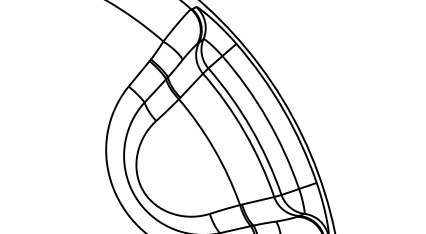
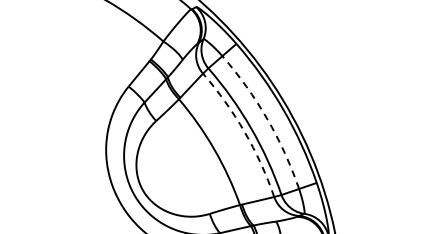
arc at (267, 118): solid -> dashed
arc at (244, 131): solid -> dashed
